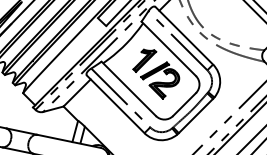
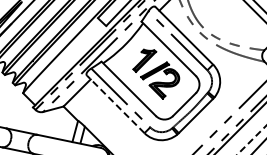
line at (115, 104): solid -> dashed
line at (251, 140): solid -> dashed
